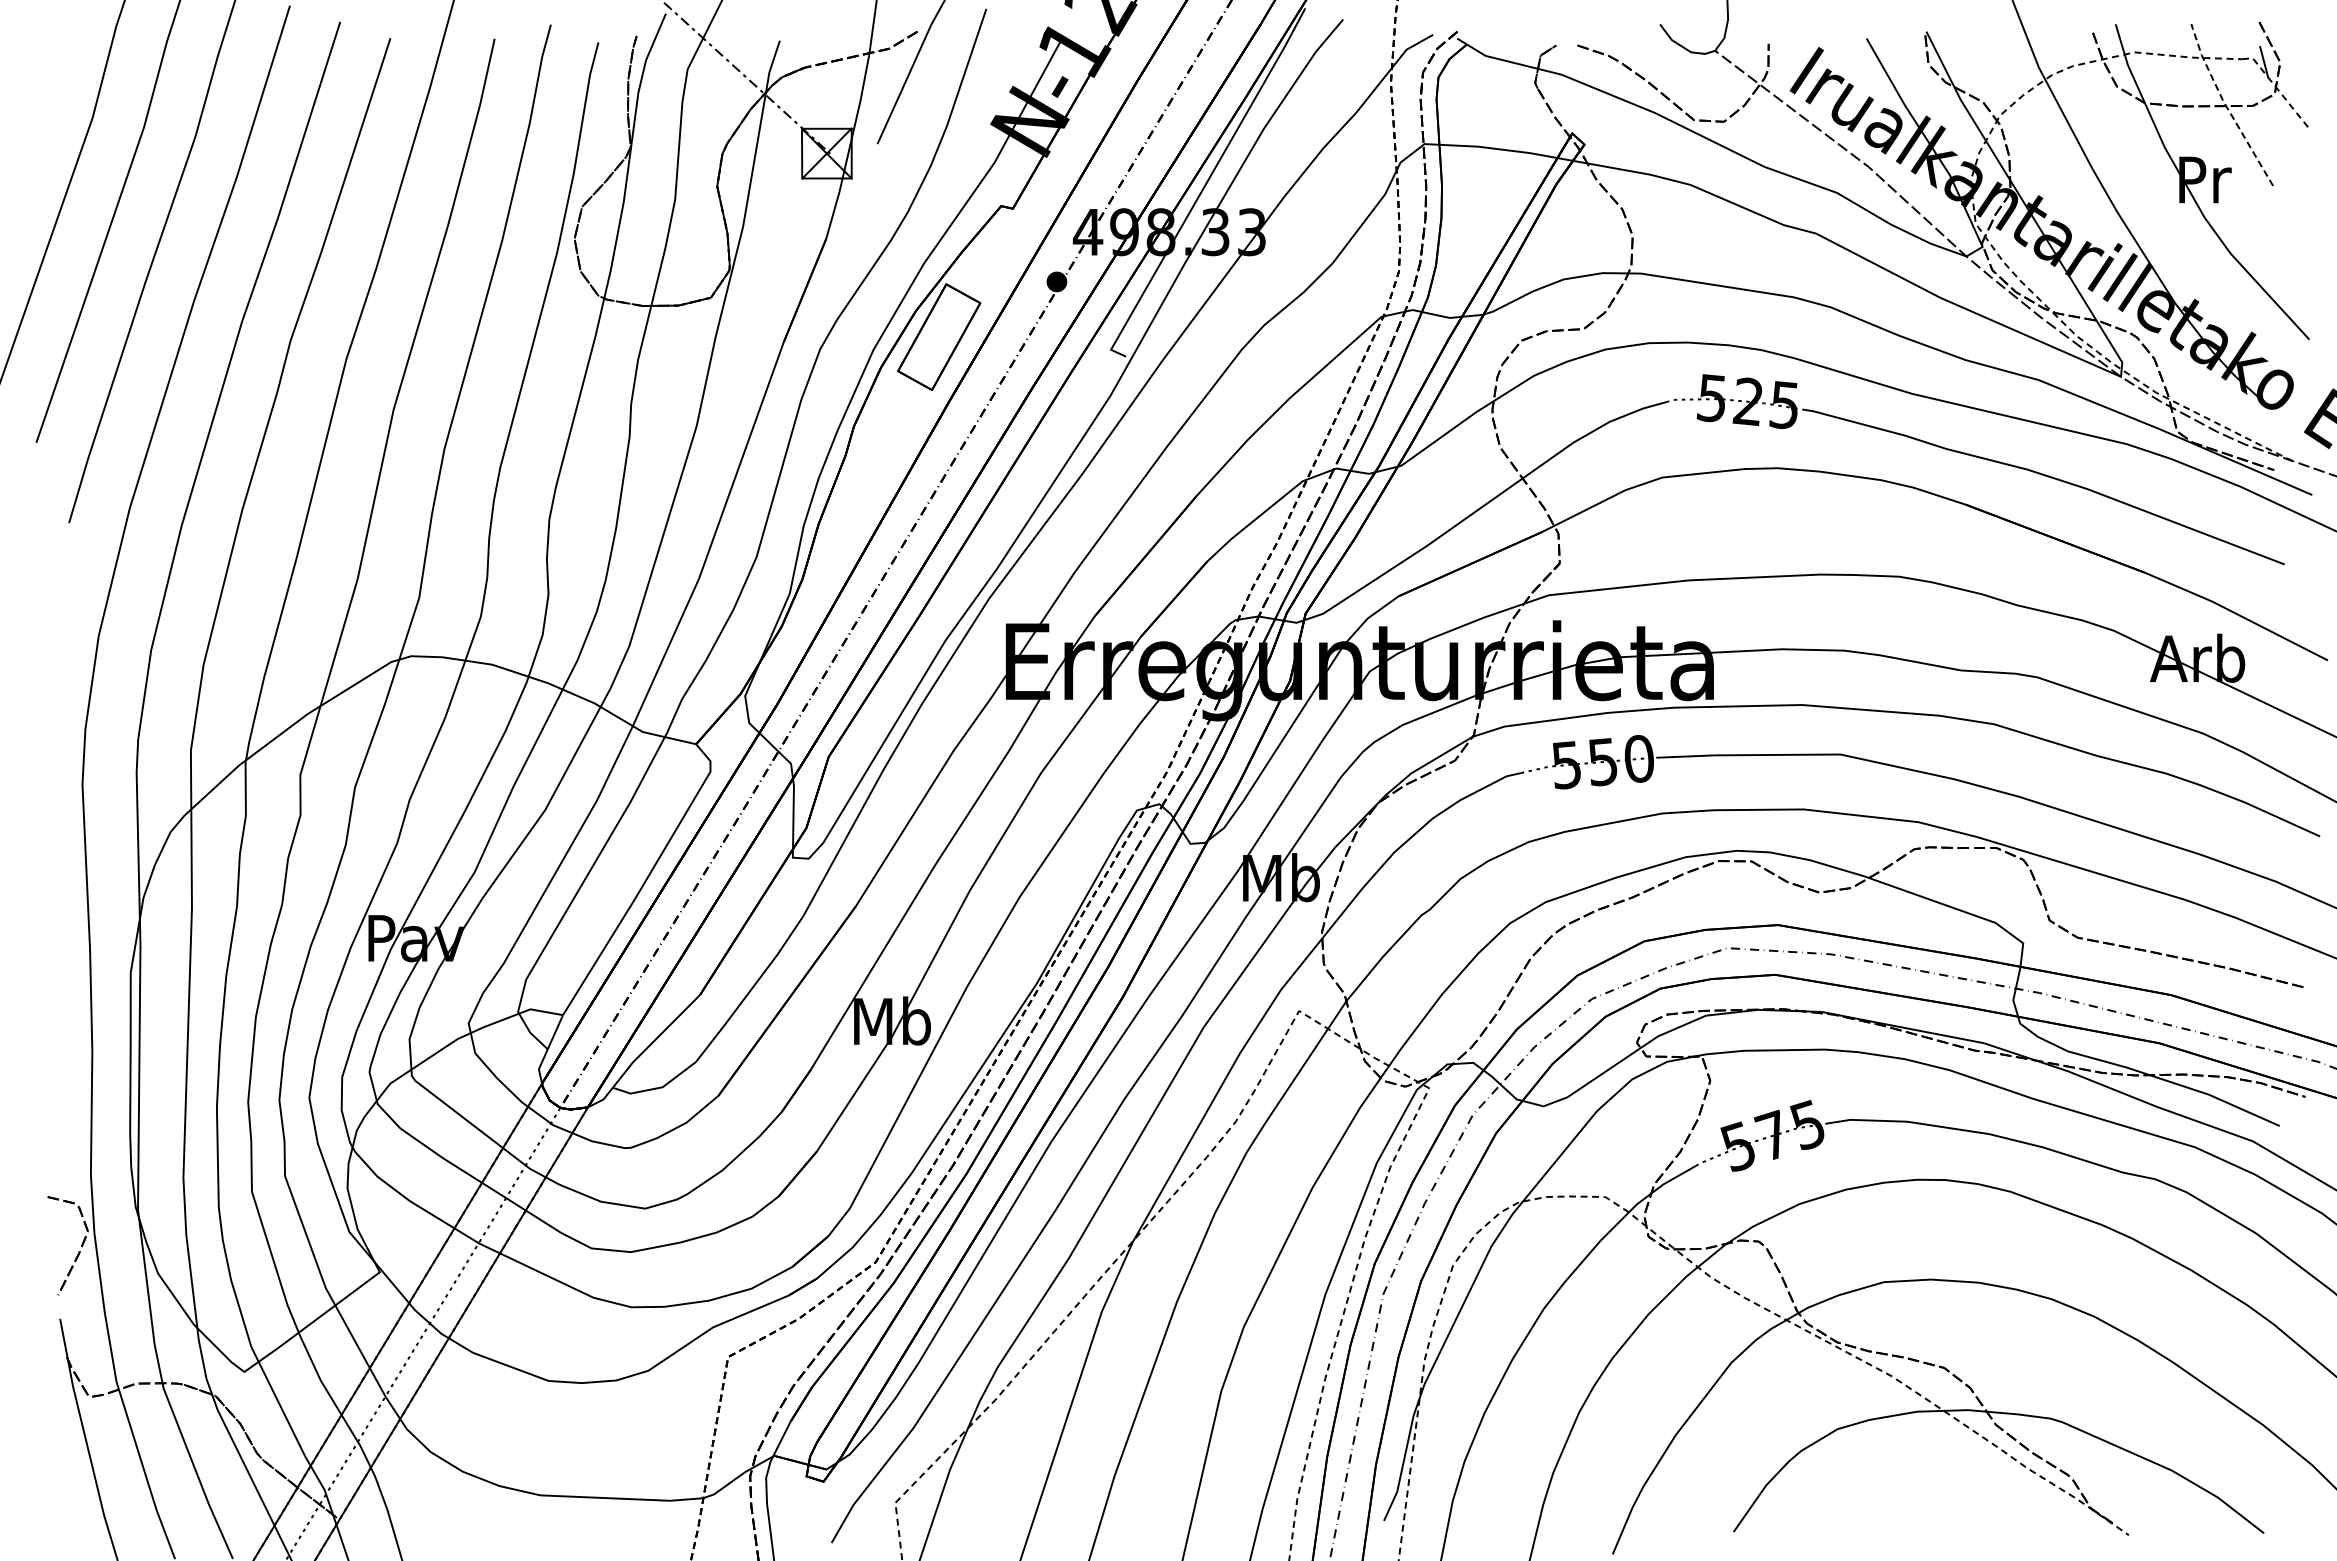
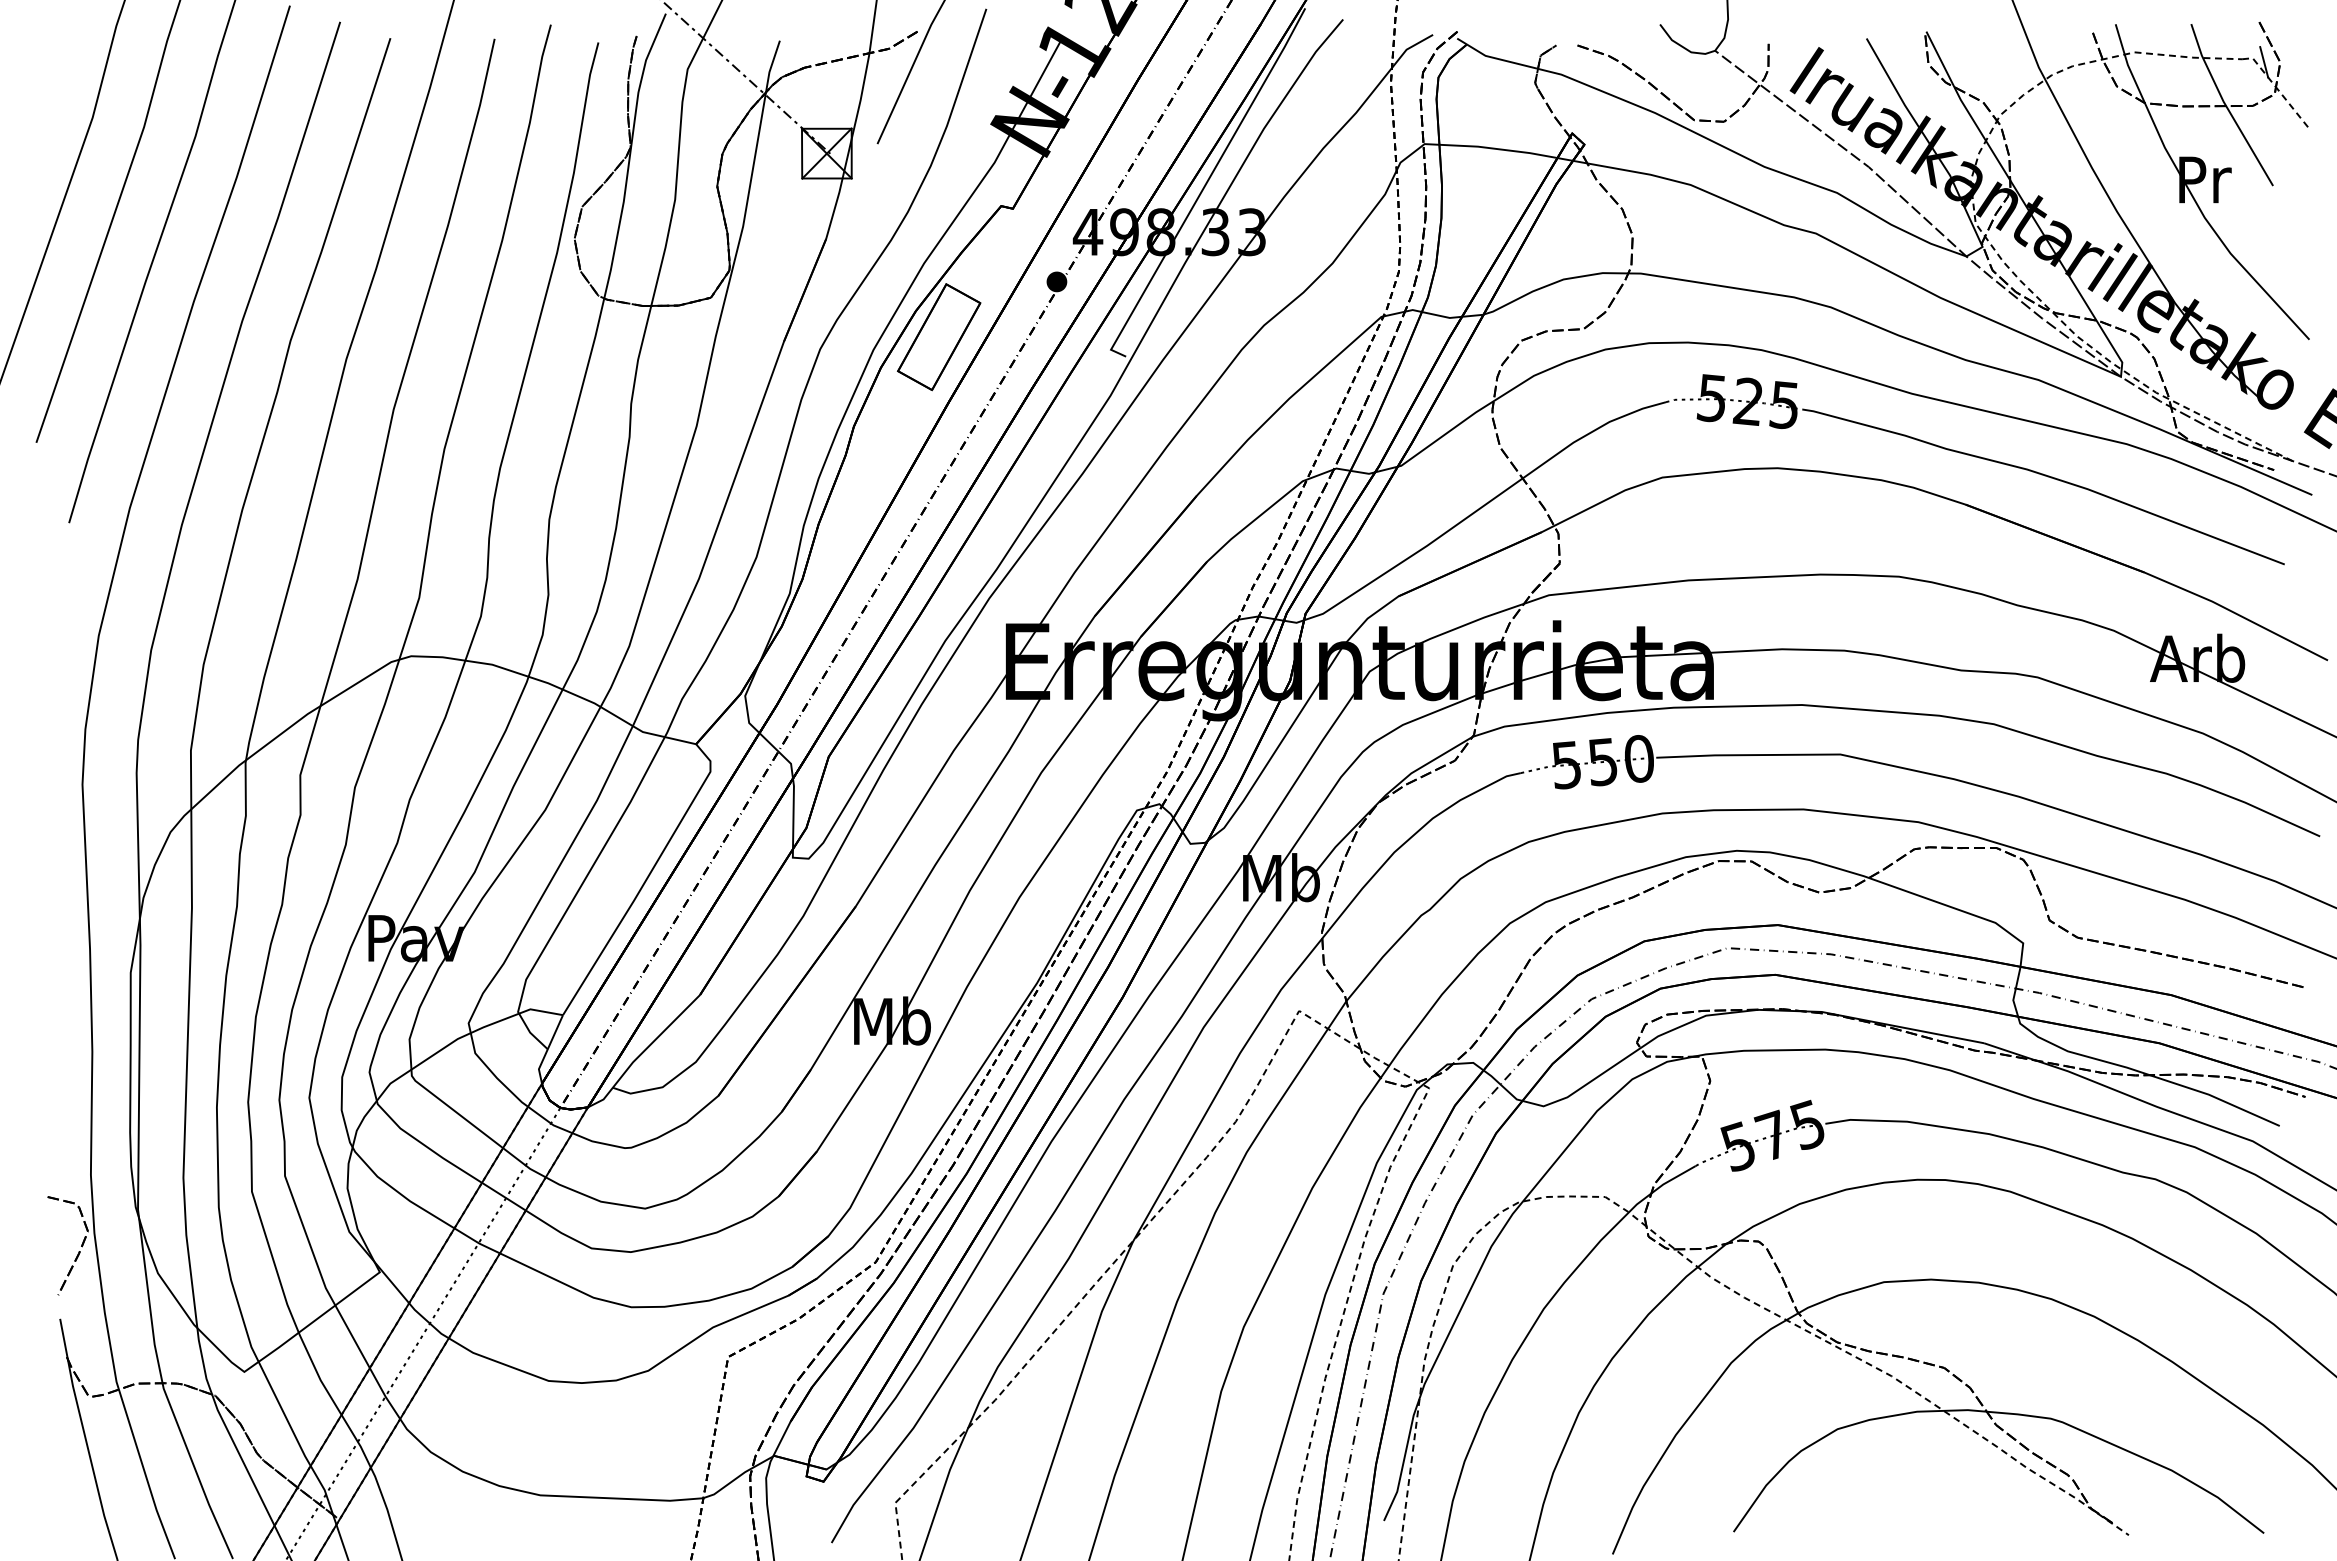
line at (2226, 105): dashed -> solid
